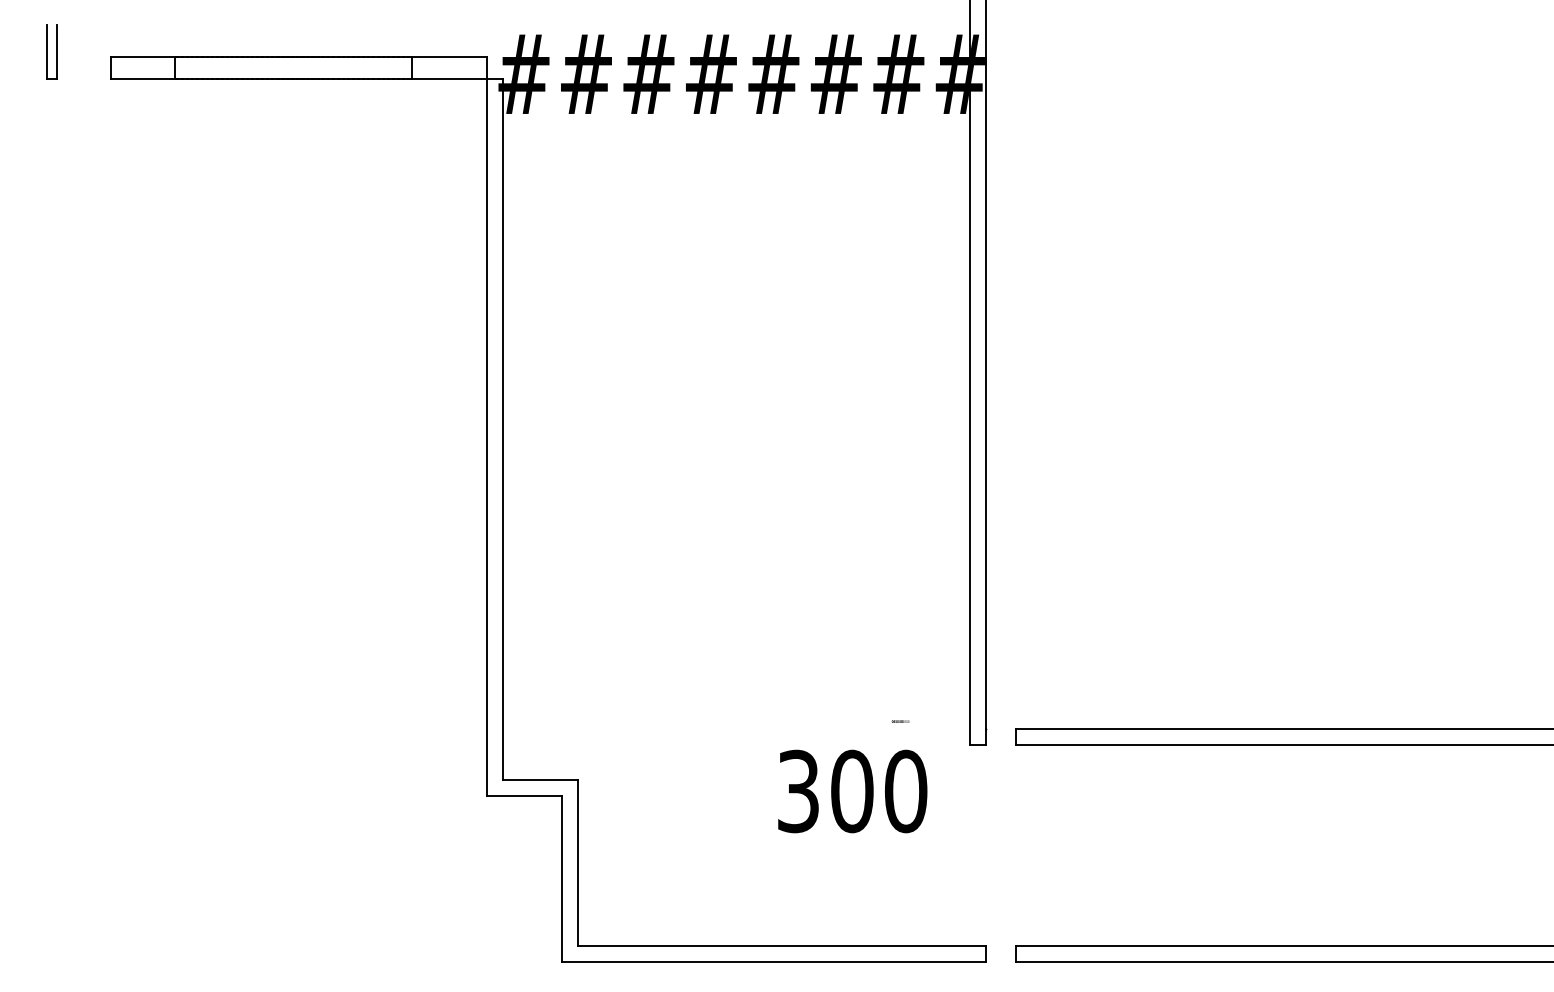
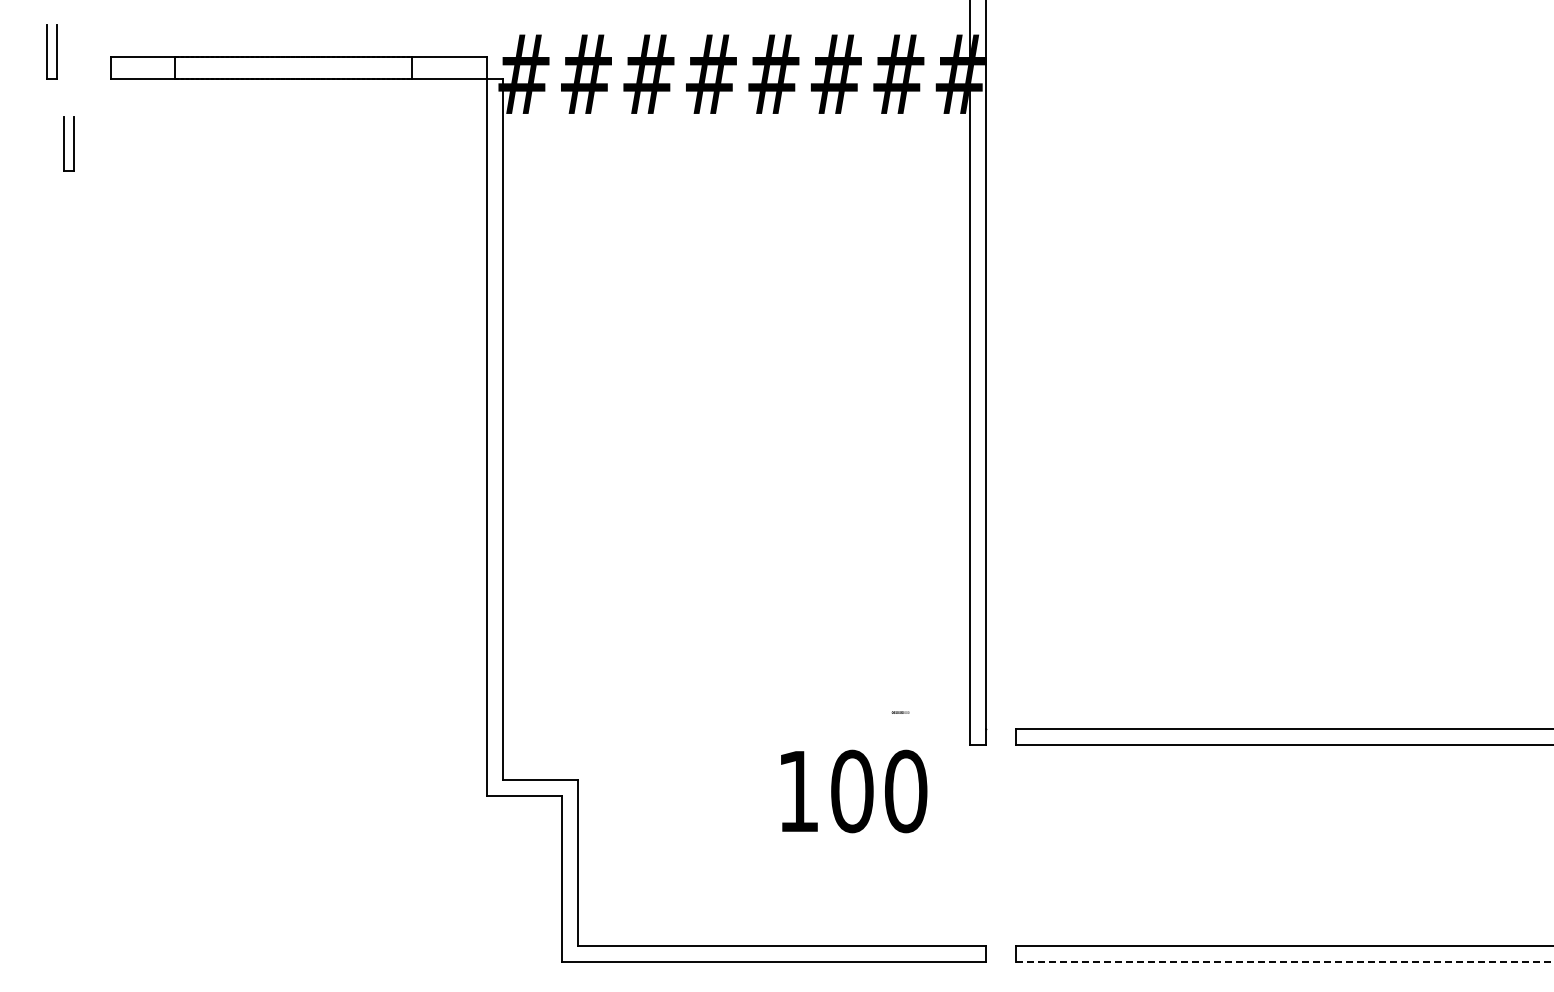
part at (68, 143): none -> present
text at (900, 721) position: (900, 721) -> (900, 712)
text at (798, 791): 300 -> 100
line at (1284, 962): solid -> dashed
